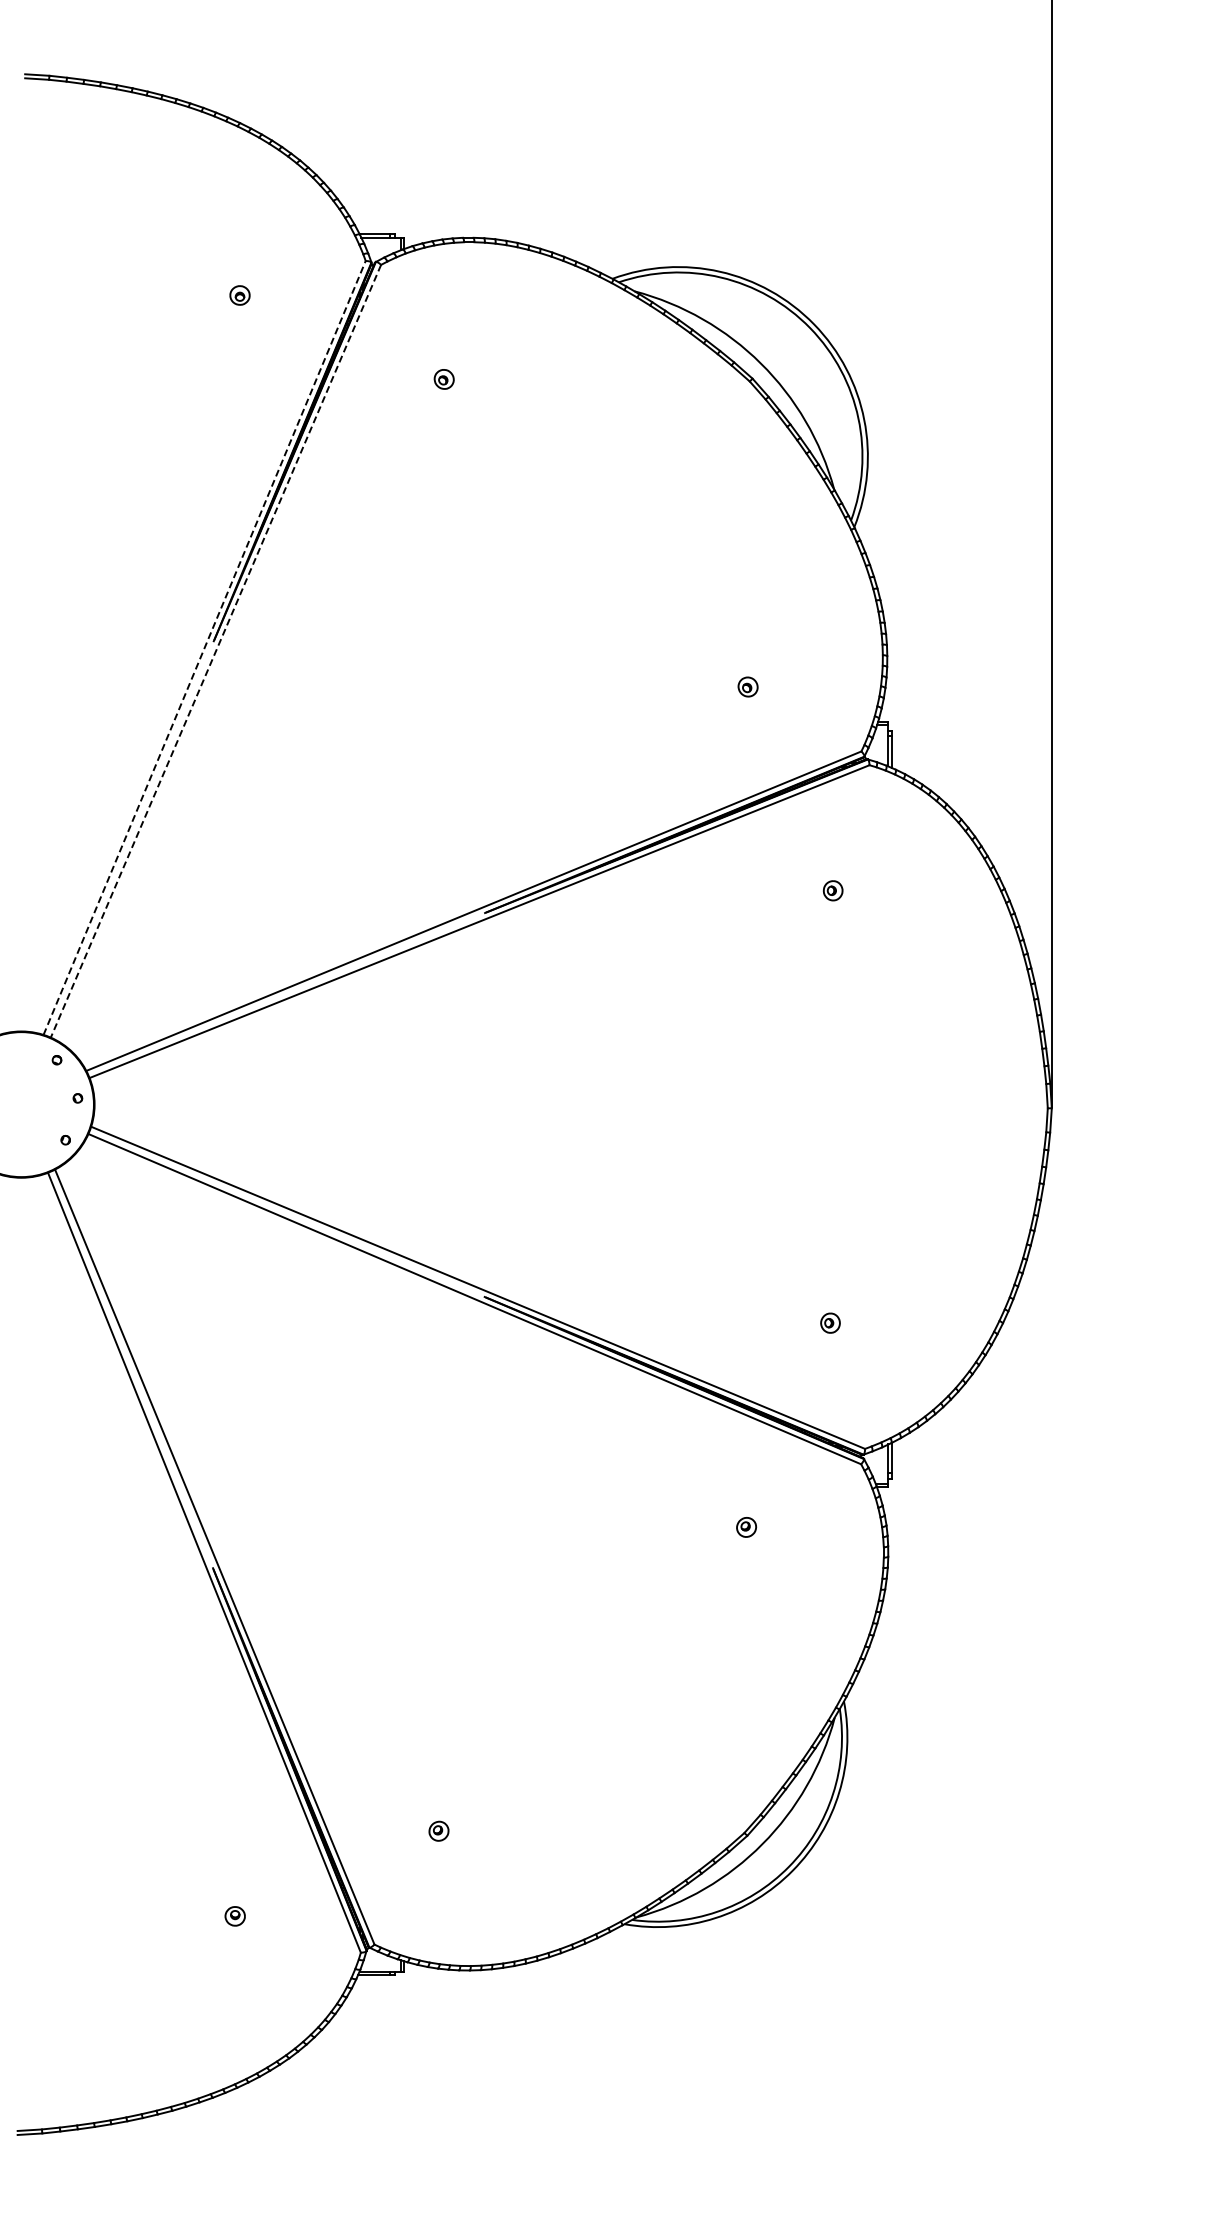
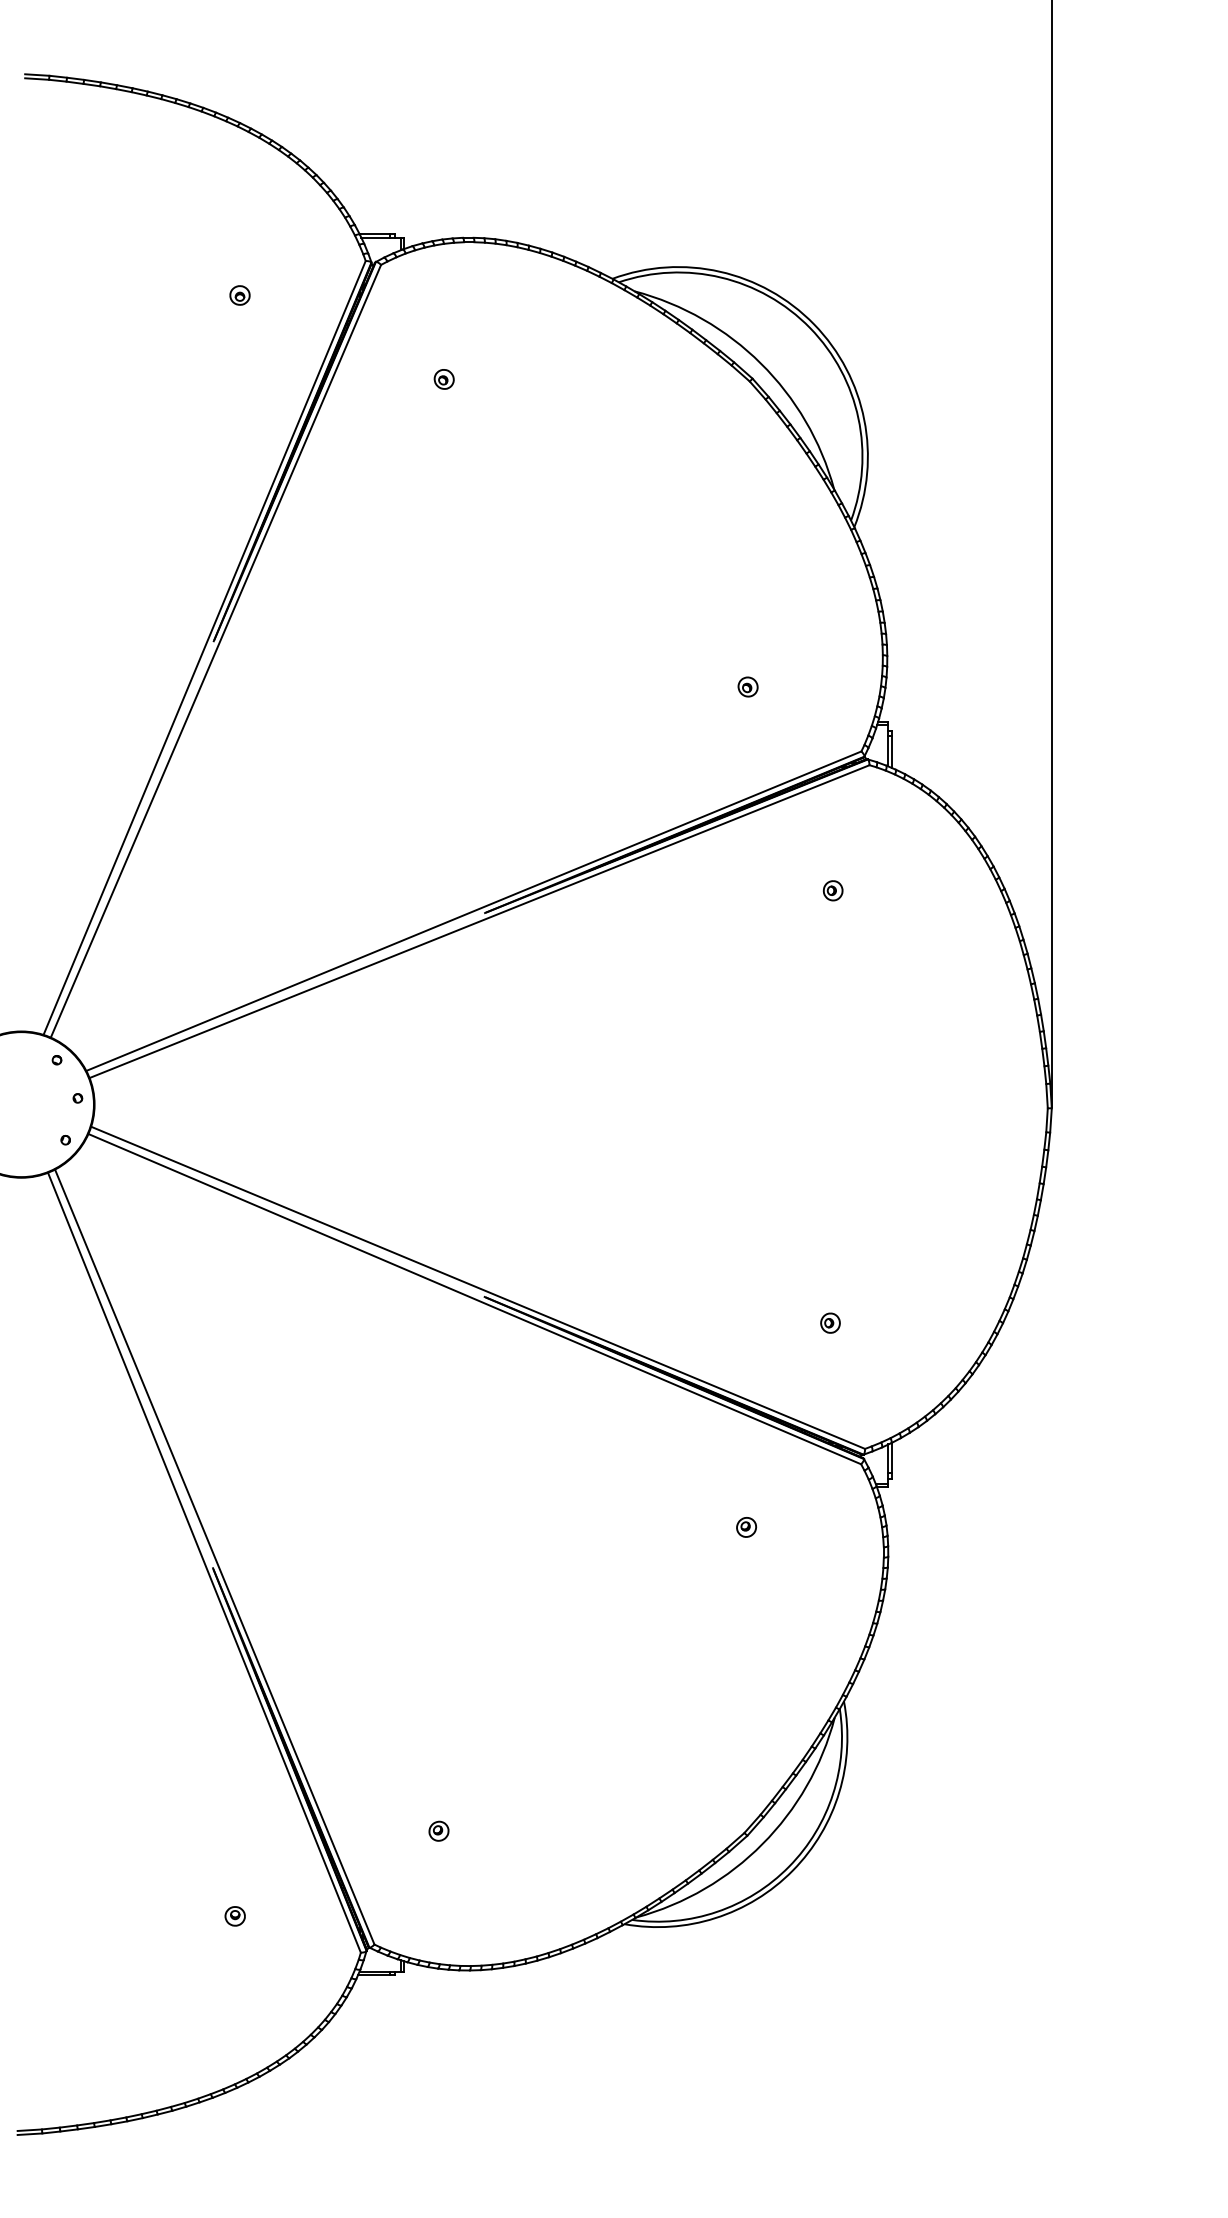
line at (204, 647): dashed -> solid
line at (215, 651): dashed -> solid
